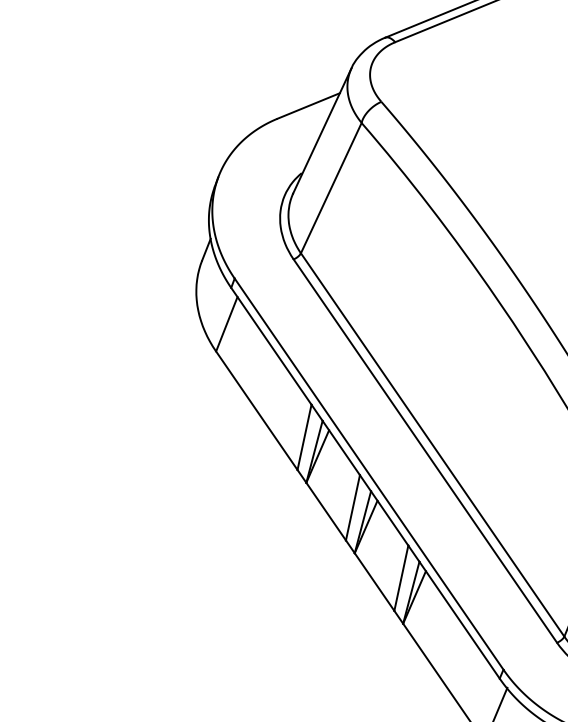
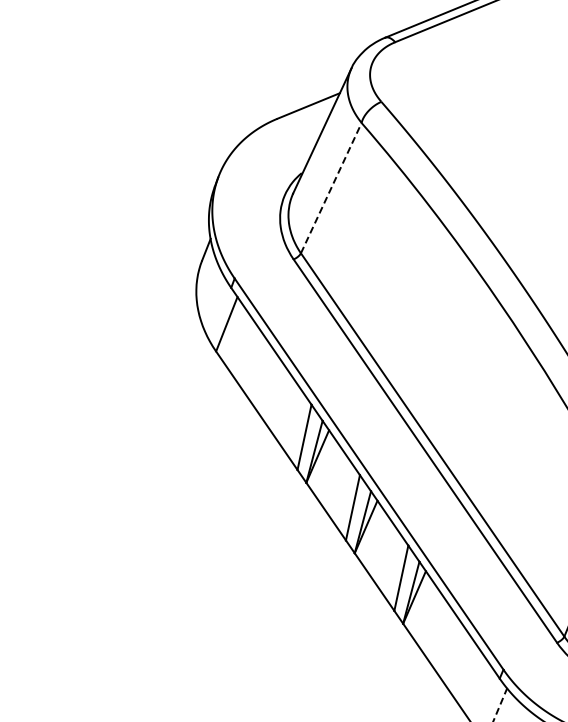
line at (331, 188): solid -> dashed
line at (500, 705): solid -> dashed
